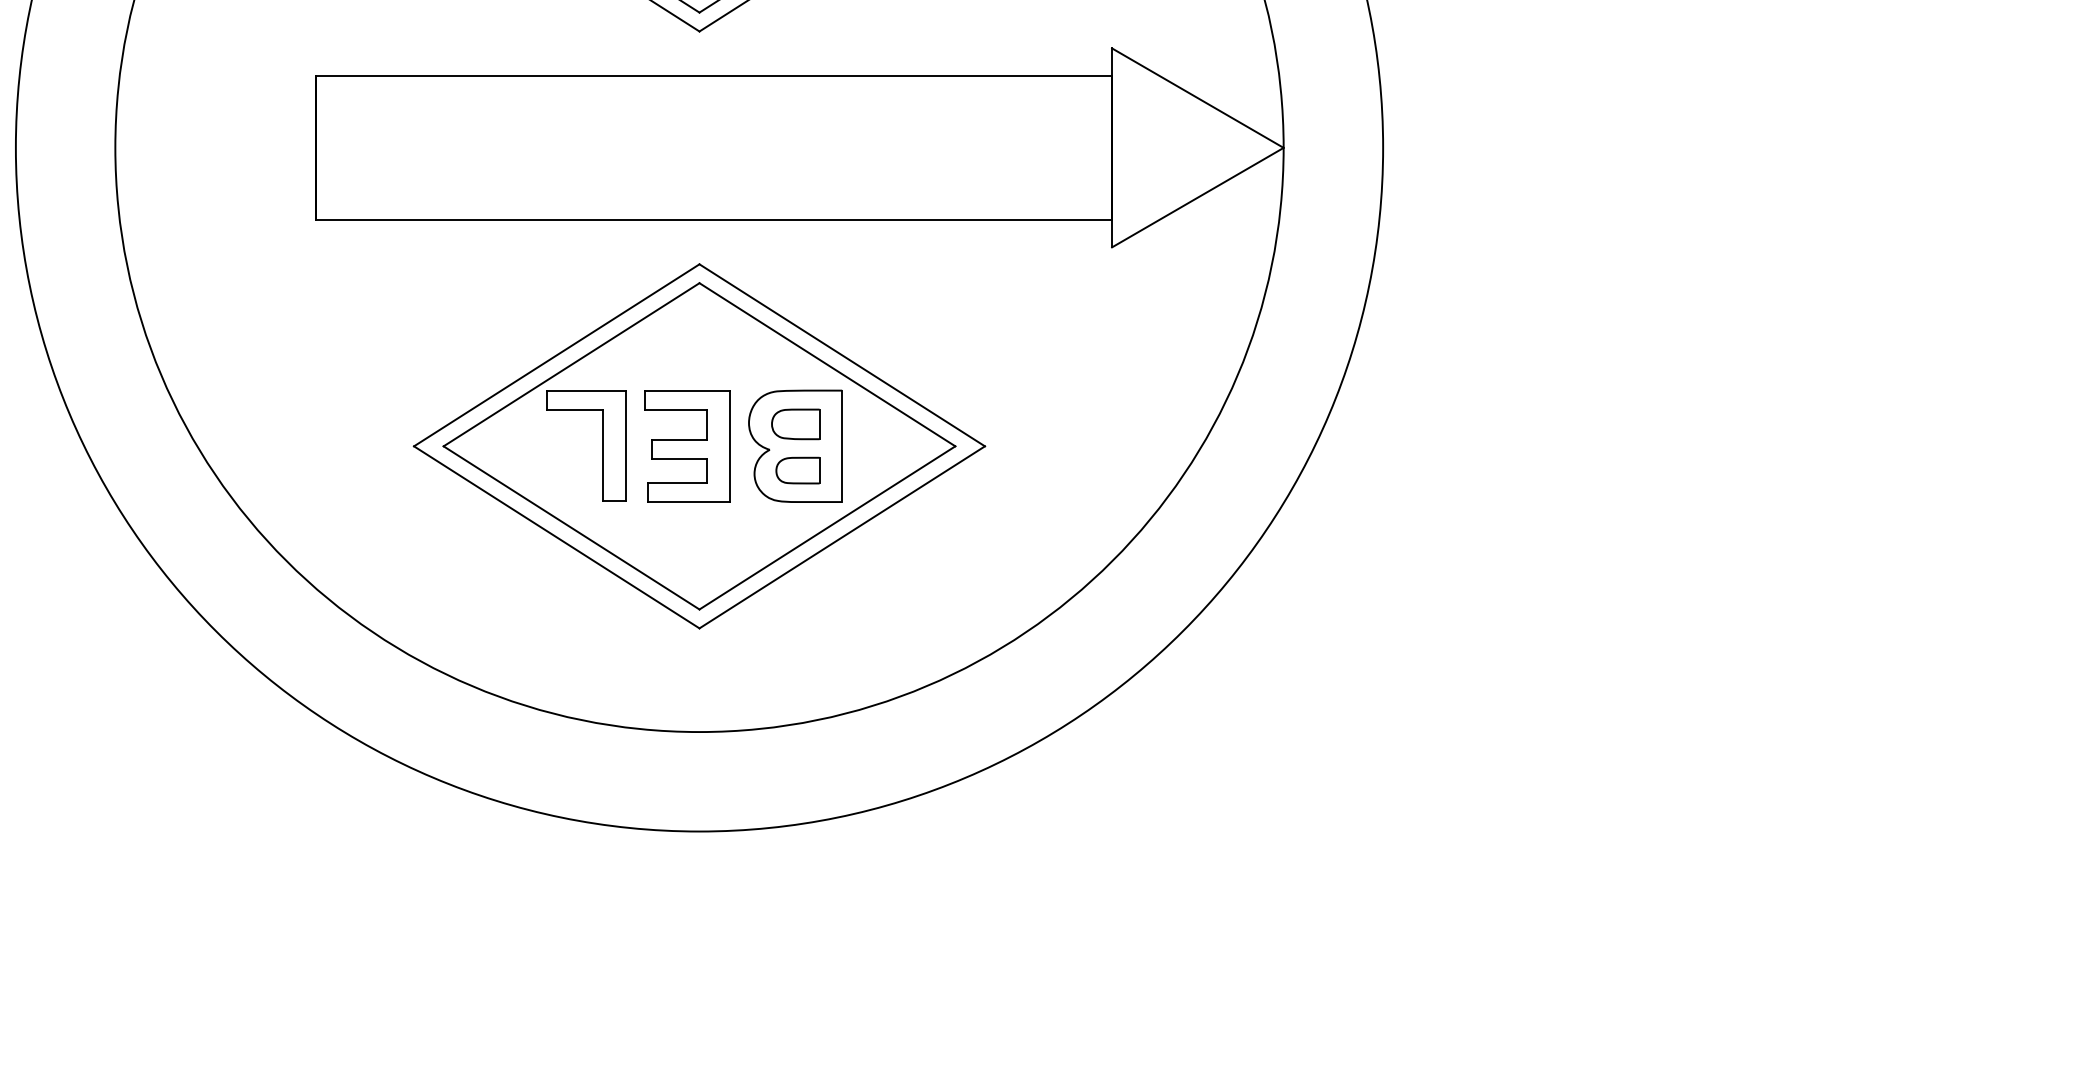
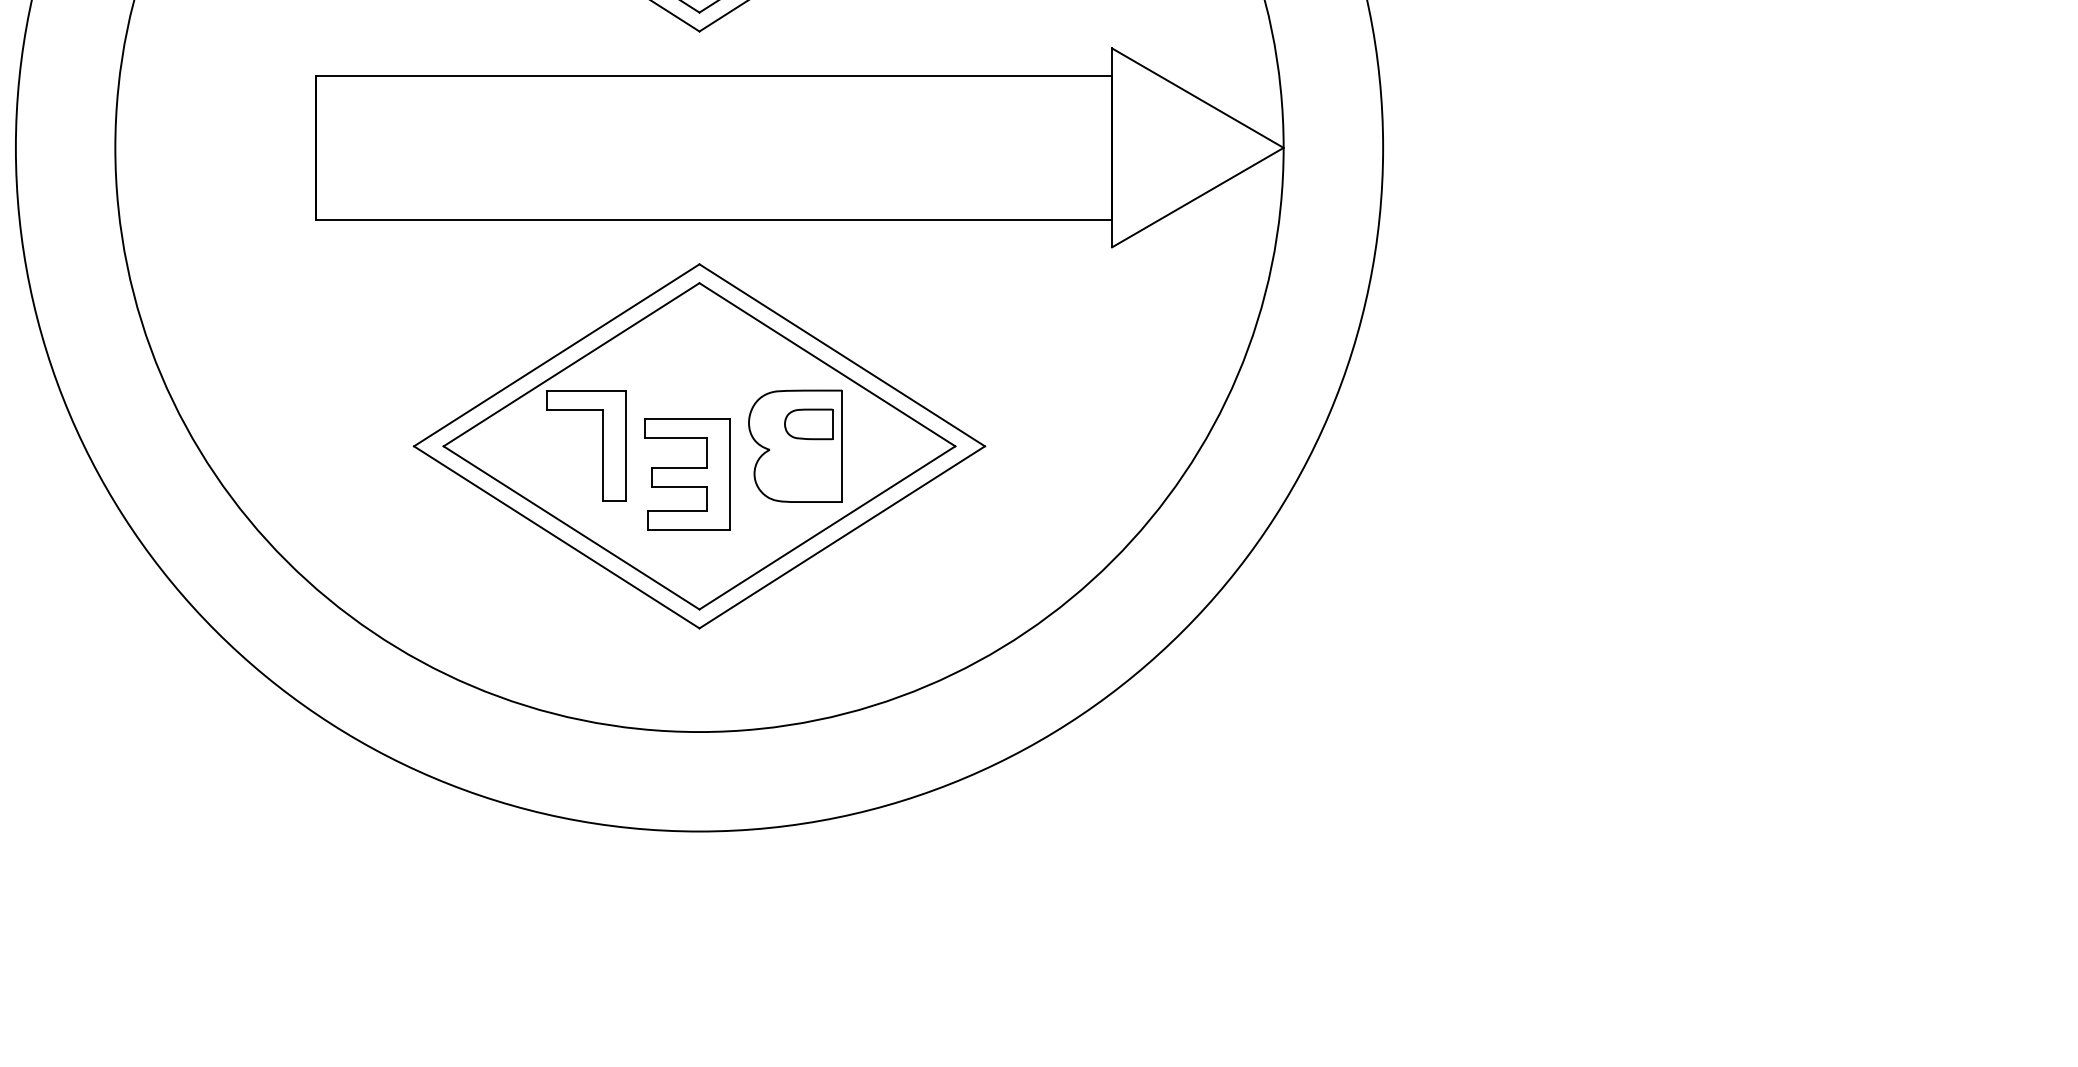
part at (795, 424) position: (795, 424) -> (808, 424)
part at (687, 446) position: (687, 446) -> (687, 474)
part at (797, 470): present -> none
